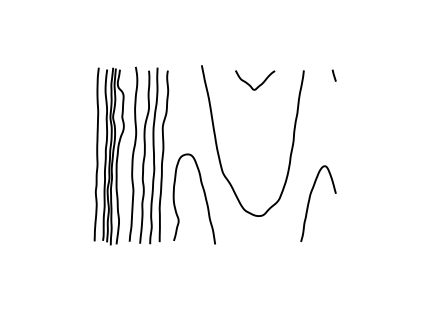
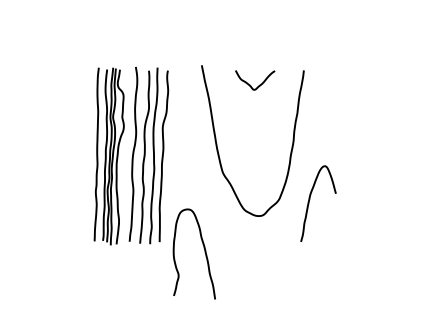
curve at (333, 75): present -> none
curve at (204, 197) position: (204, 197) -> (204, 252)
